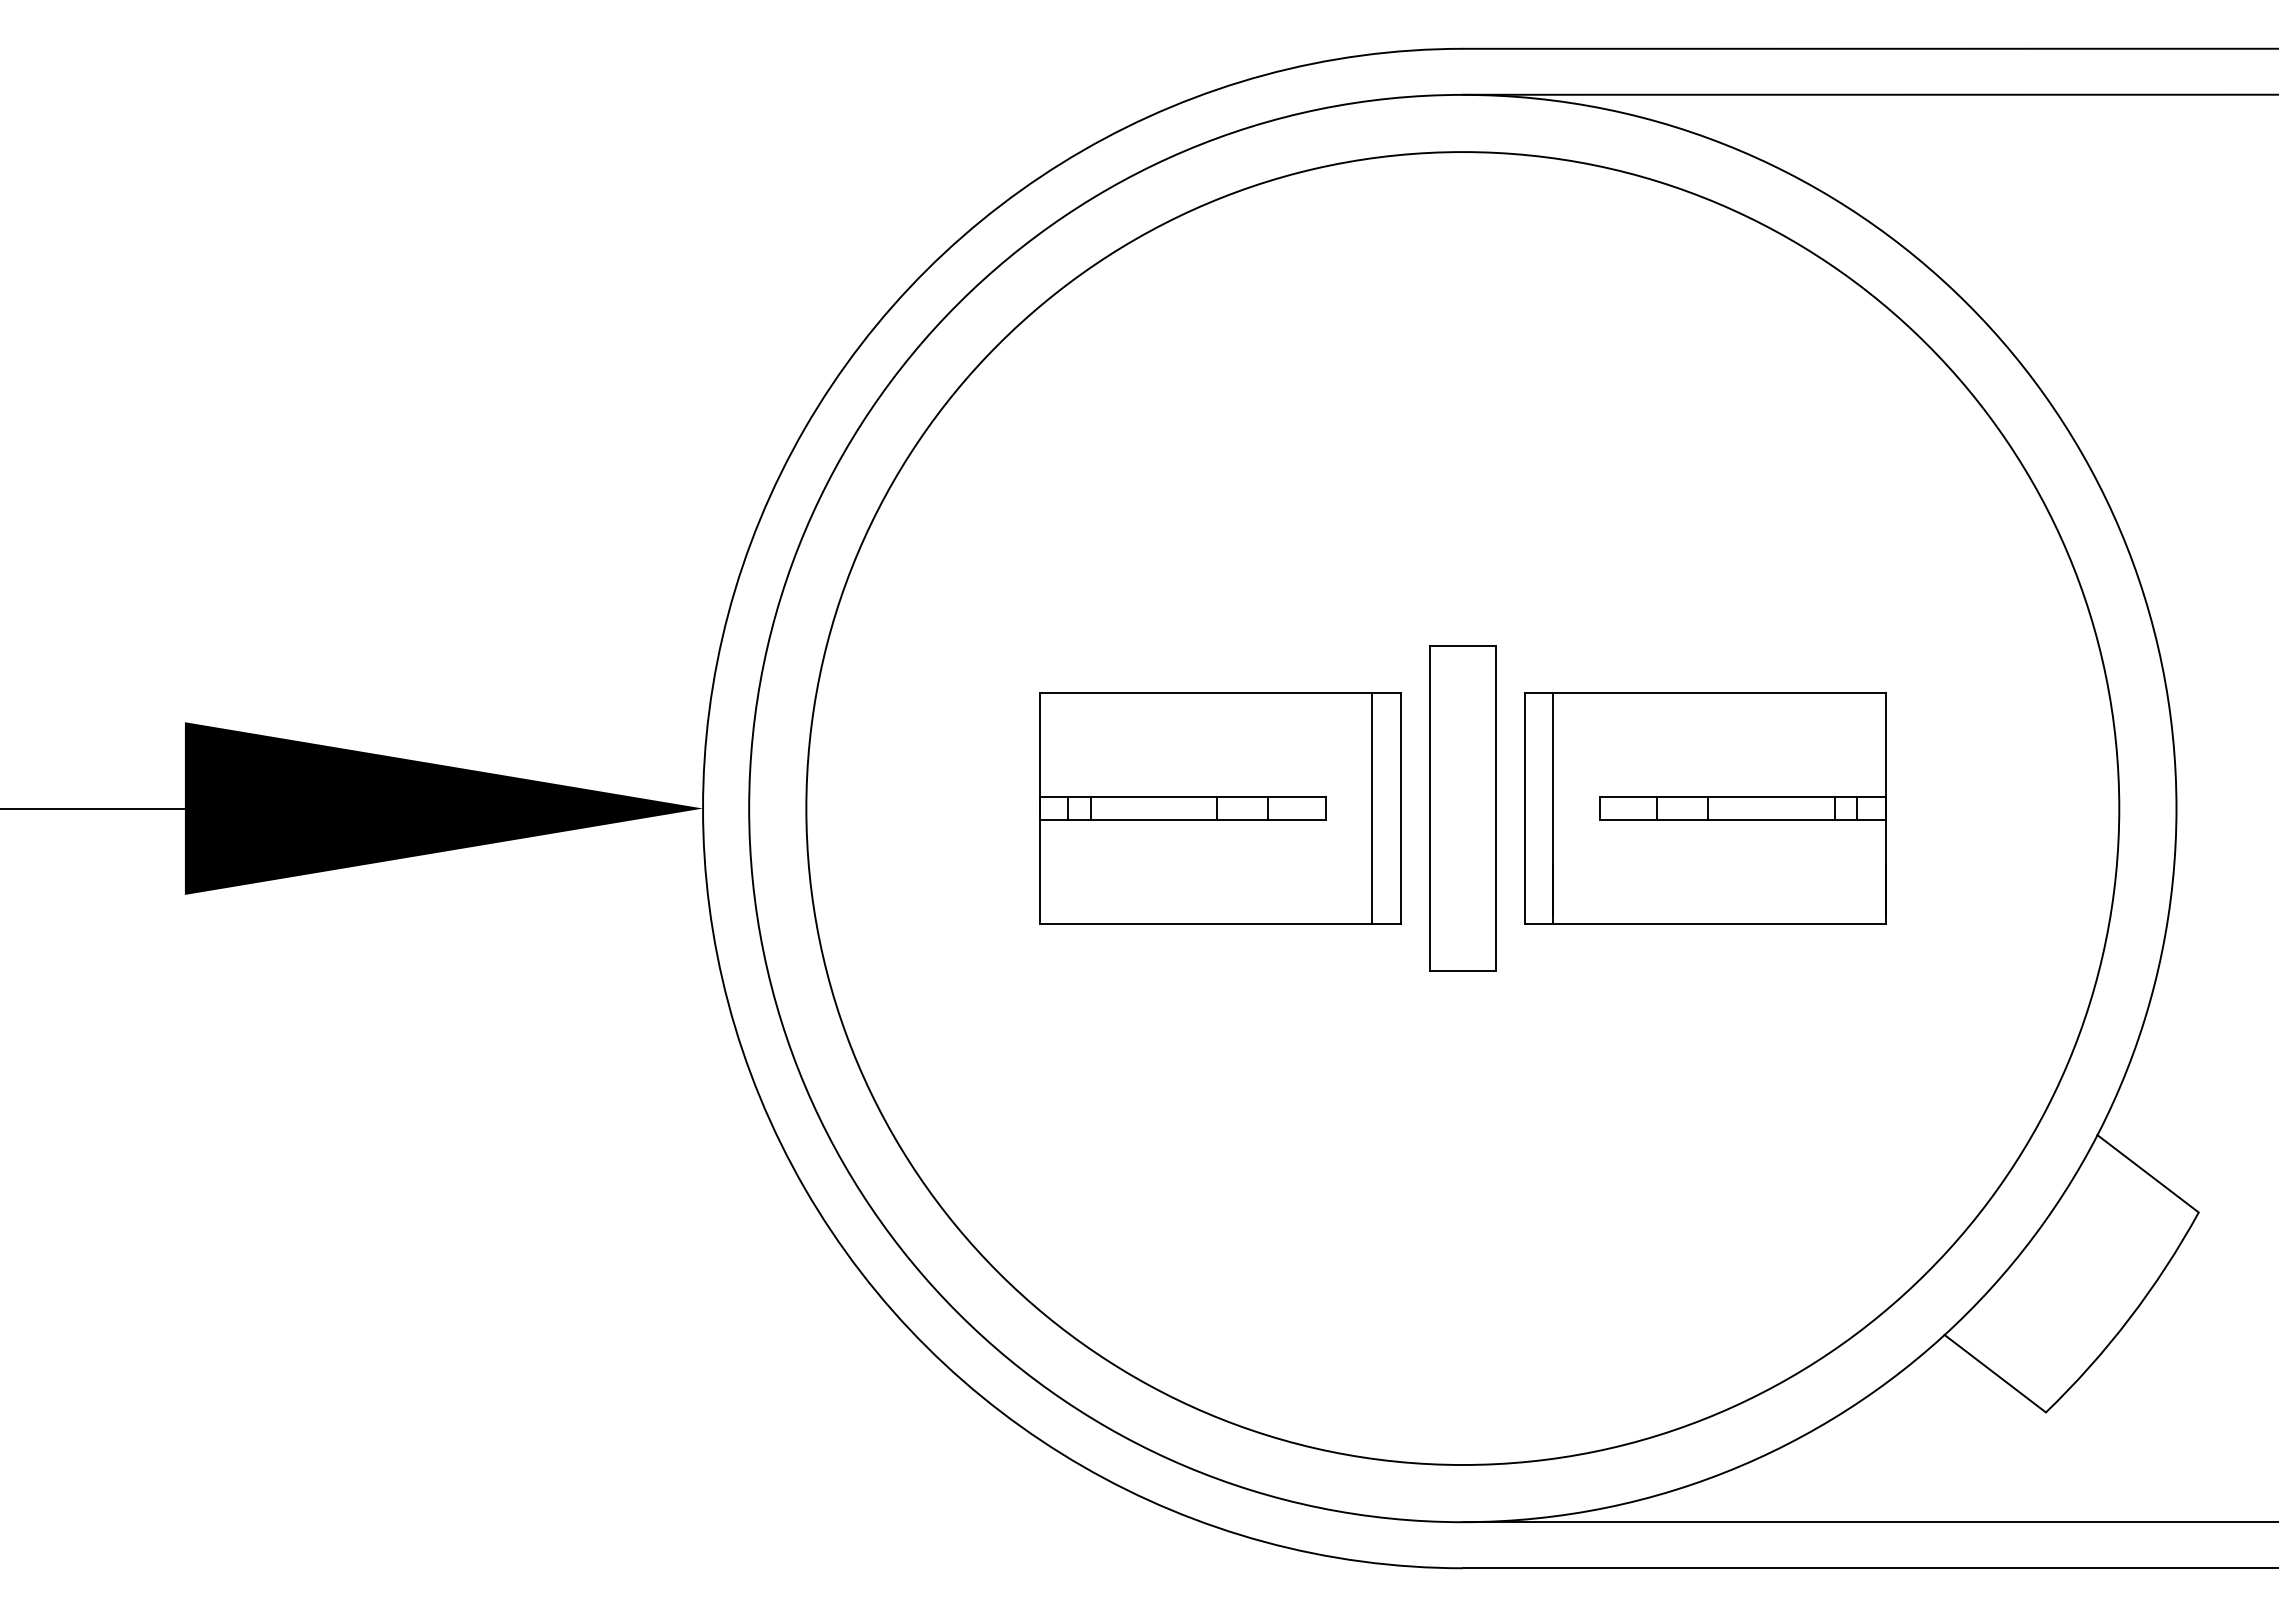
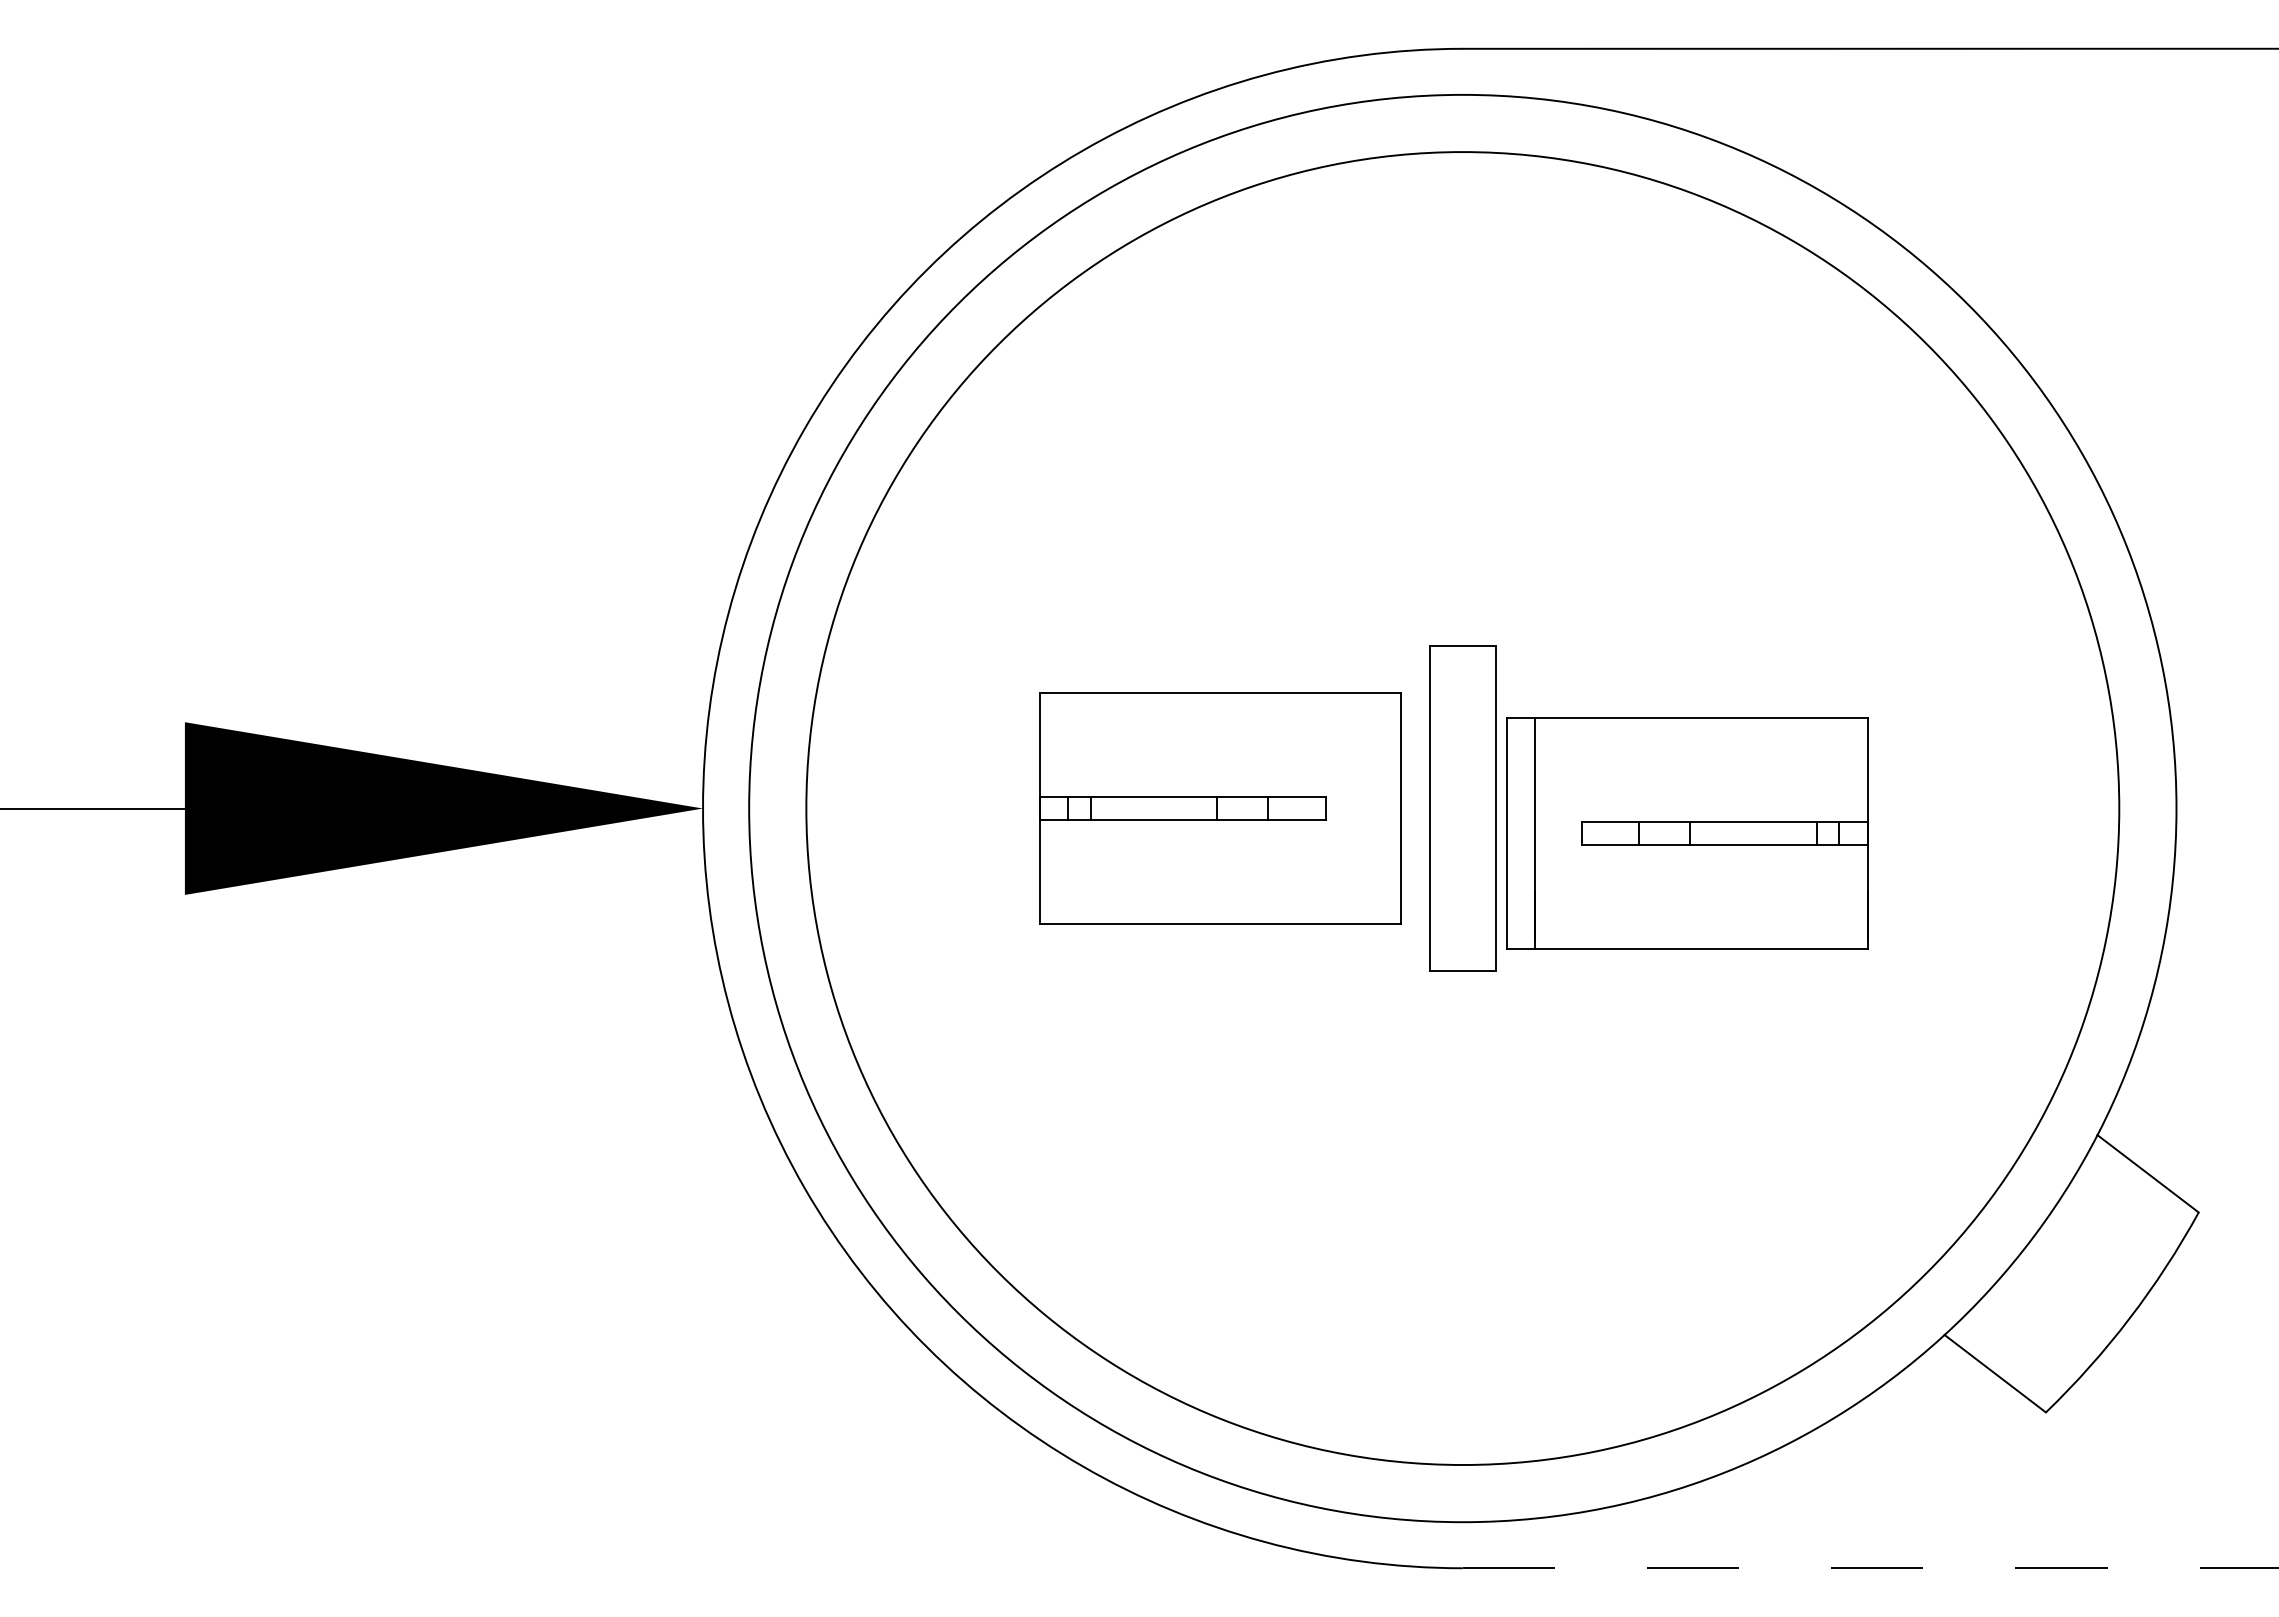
line at (1868, 94): present -> none
line at (1372, 808): present -> none
part at (1705, 808) position: (1705, 808) -> (1687, 833)
line at (1868, 1522): present -> none
line at (1870, 1568): solid -> dashed
